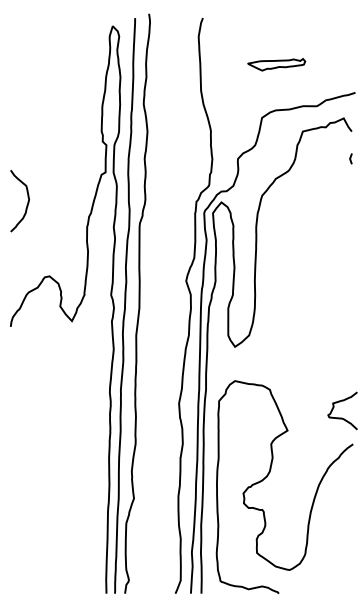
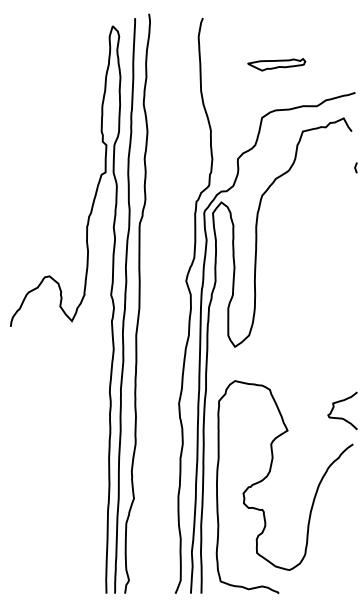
line at (350, 158) position: (350, 158) -> (355, 167)
curve at (27, 201): present -> none
